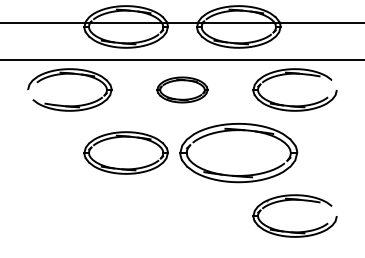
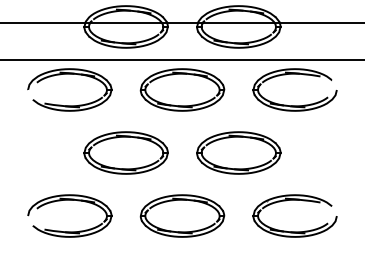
part at (182, 89) size: 53x28 px -> 87x44 px
part at (238, 152) size: 120x62 px -> 86x44 px
part at (69, 200): none -> present
part at (182, 215): none -> present
